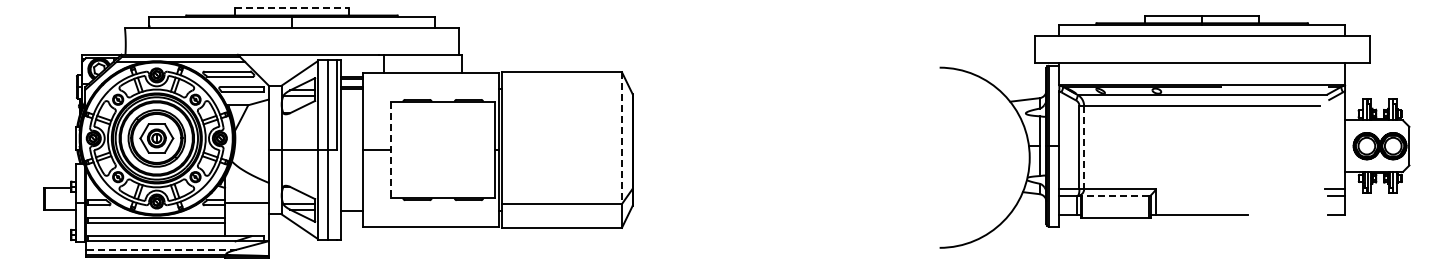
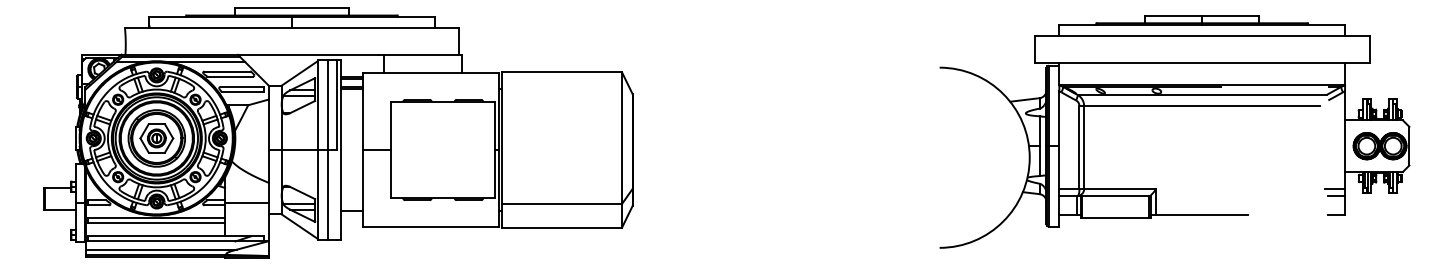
line at (292, 7): dashed -> solid
line at (621, 138): dashed -> solid
line at (1084, 147): dashed -> solid
line at (391, 150): dashed -> solid
line at (1115, 195): dashed -> solid
line at (160, 249): dashed -> solid
